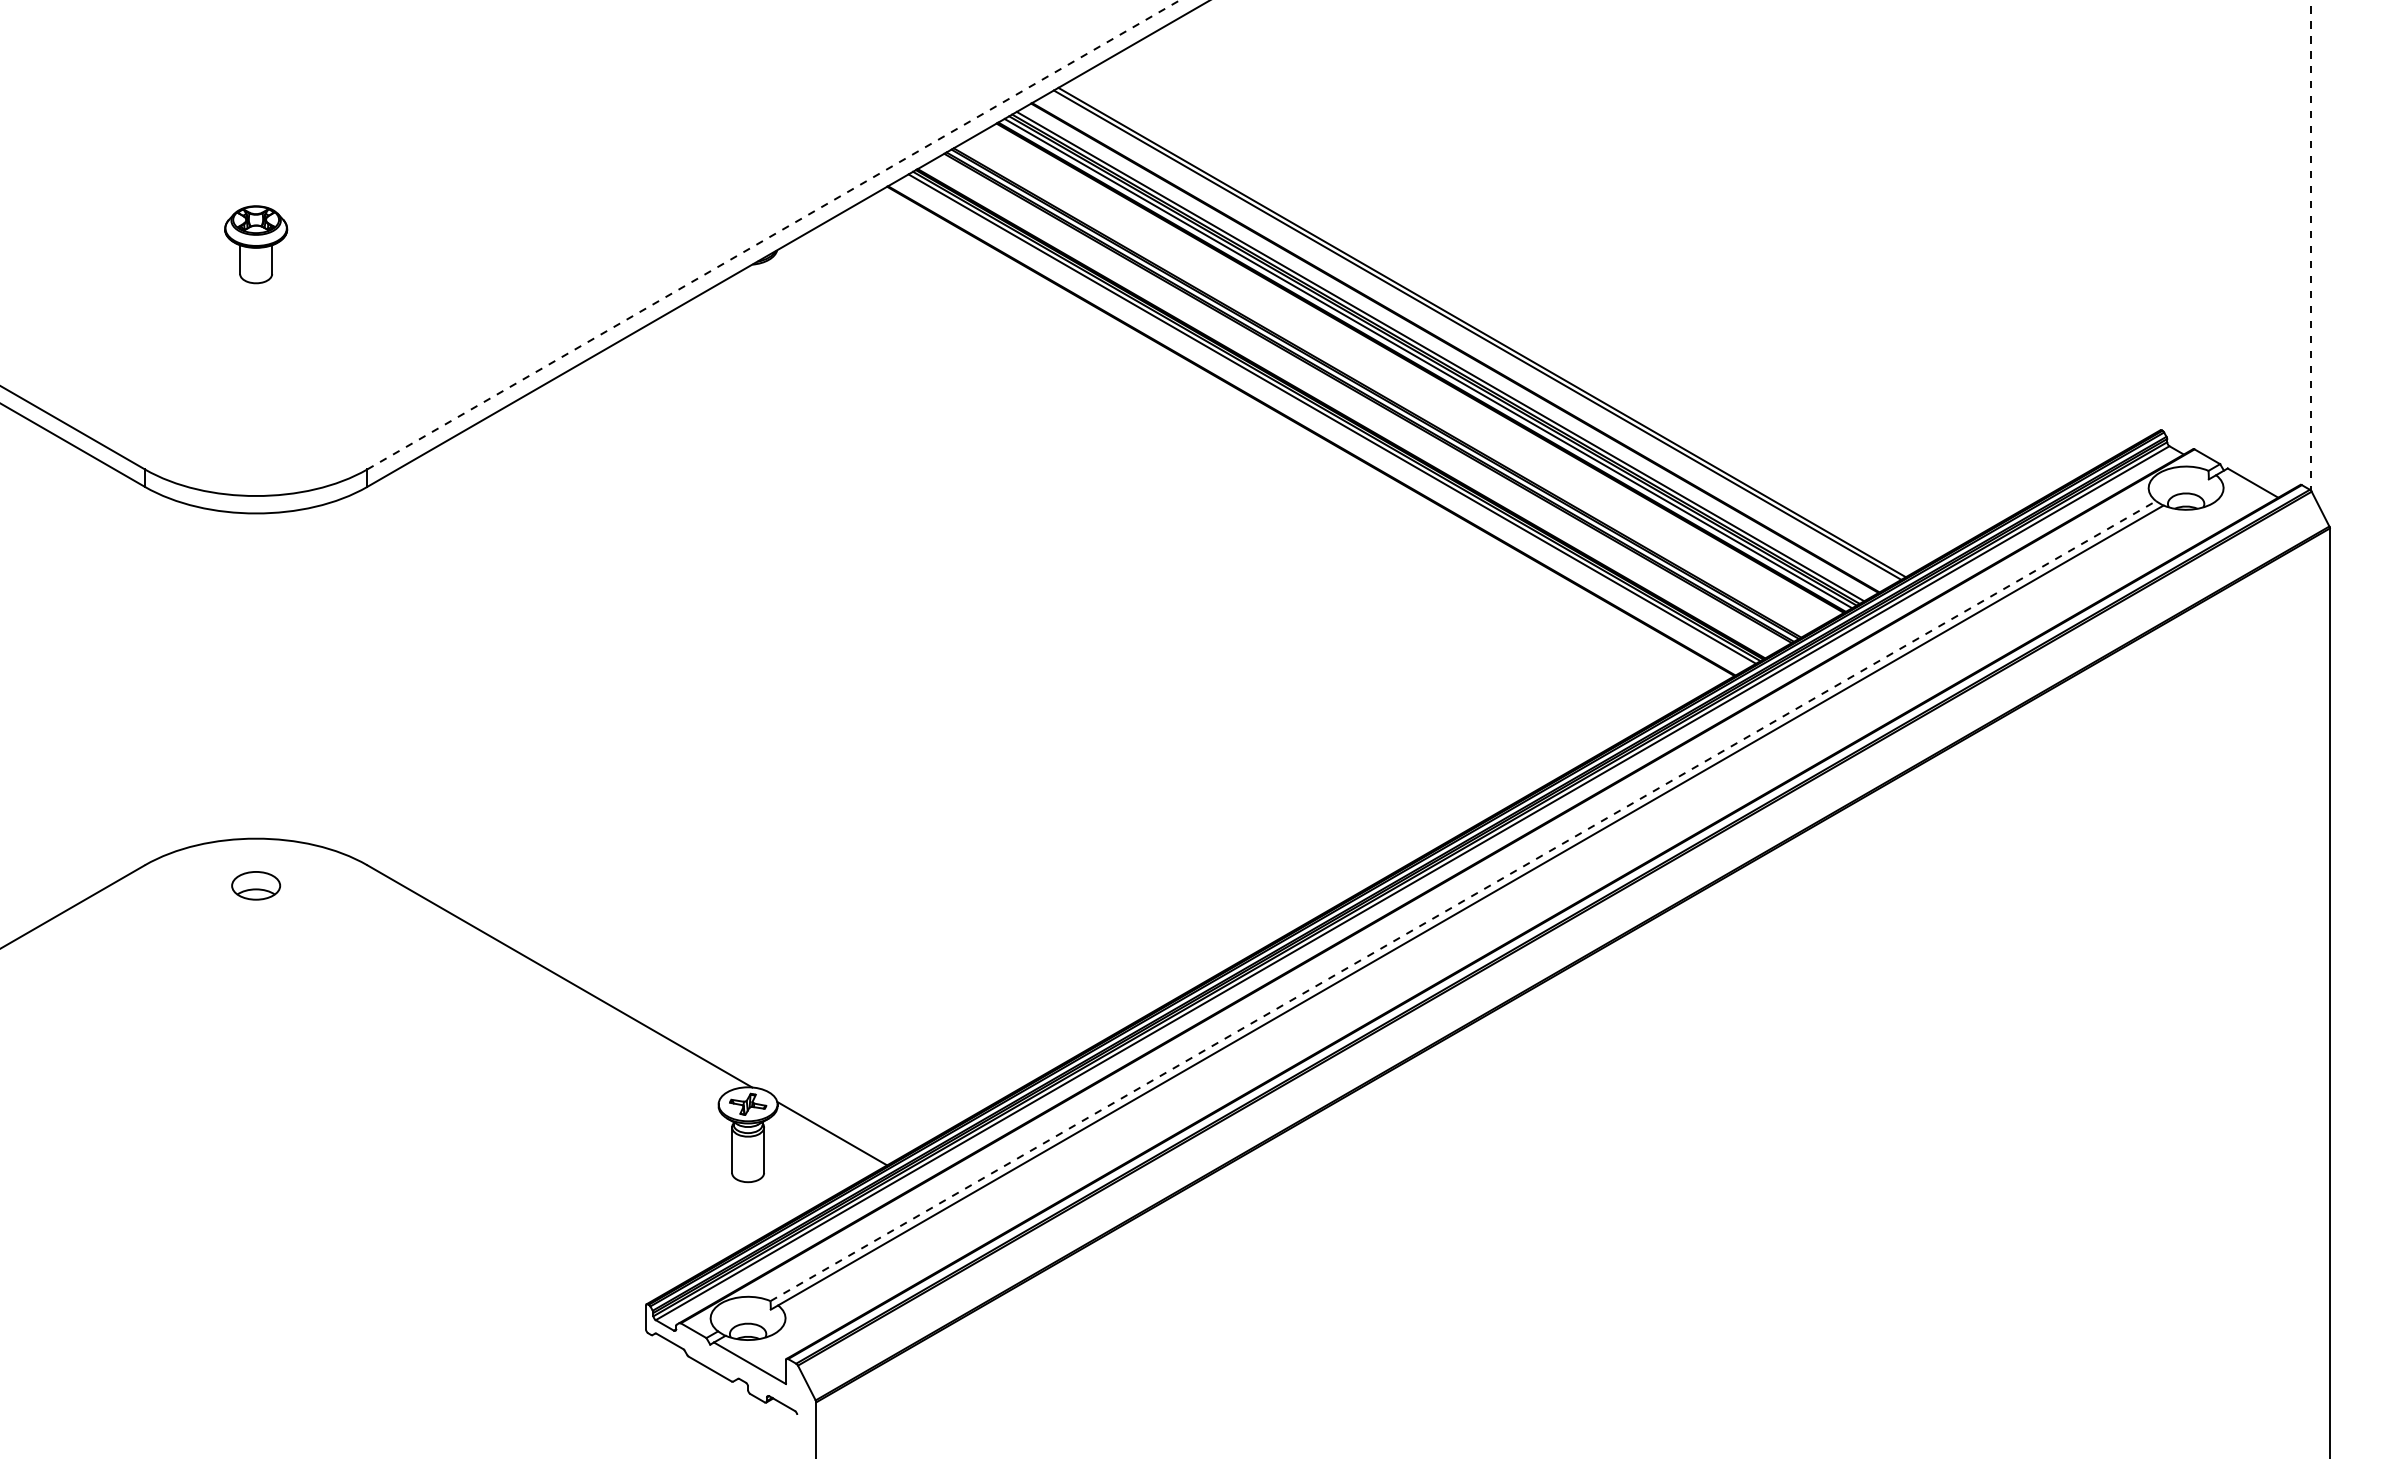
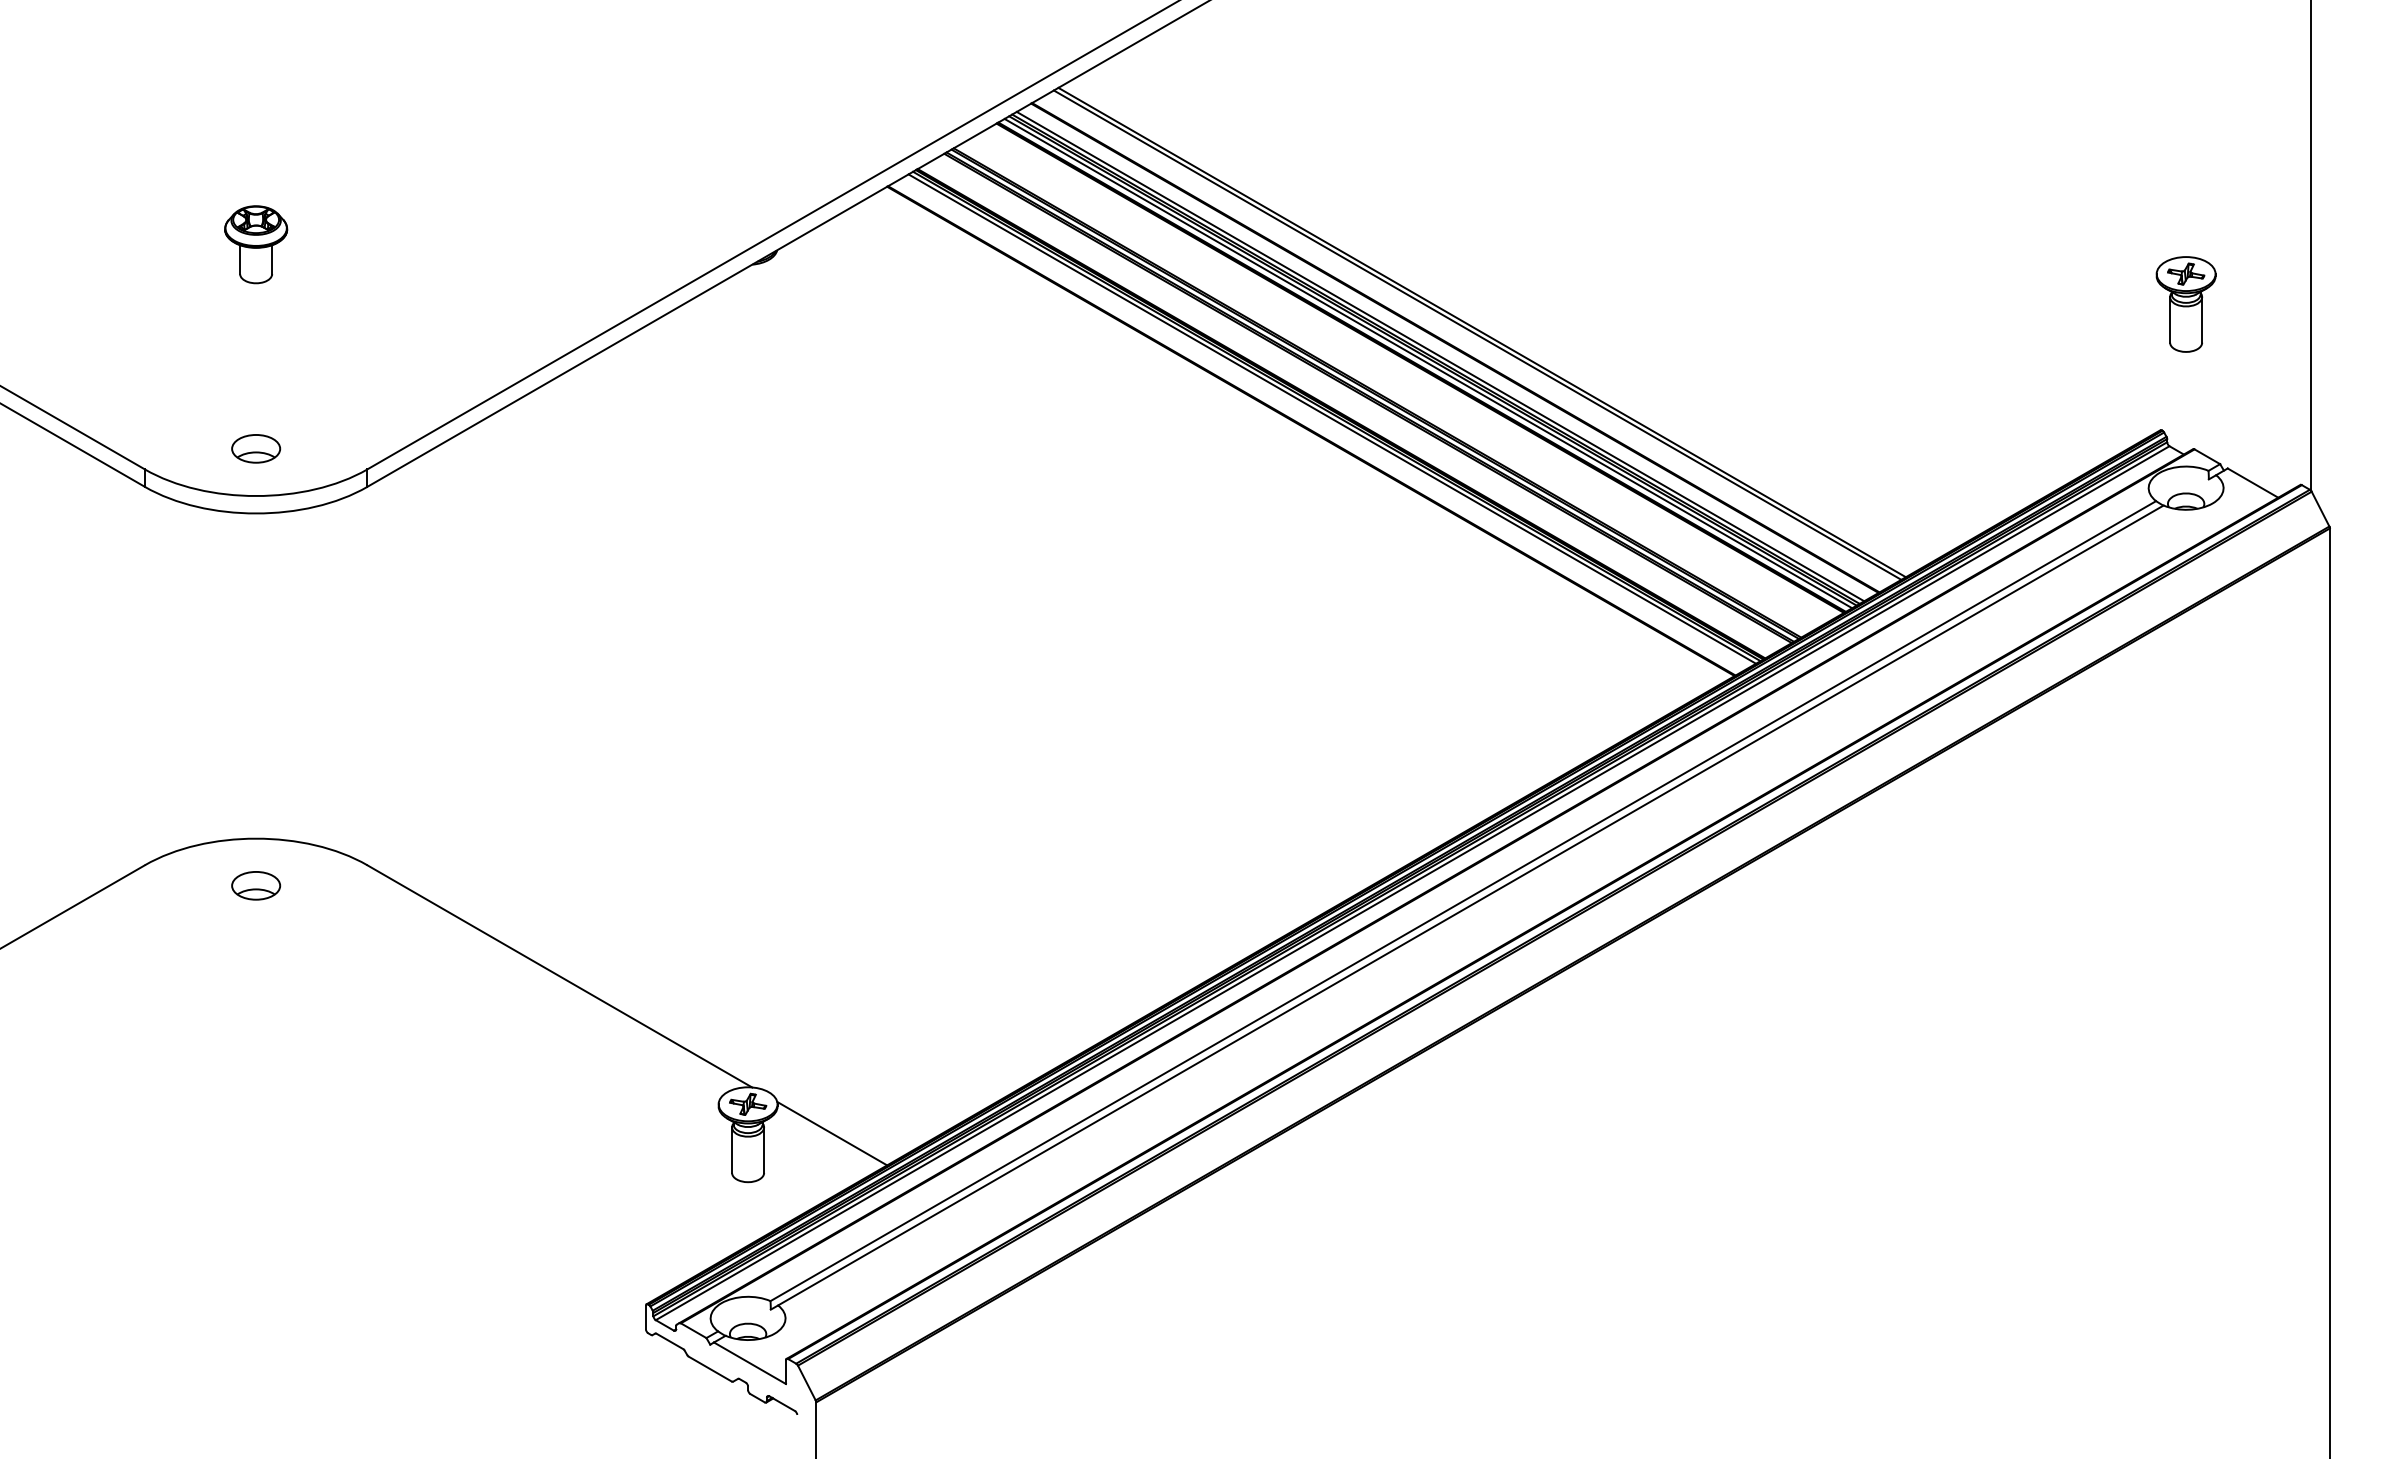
line at (773, 234): dashed -> solid
line at (2311, 245): dashed -> solid
part at (2185, 304): none -> present
part at (256, 448): none -> present
line at (1463, 901): dashed -> solid
